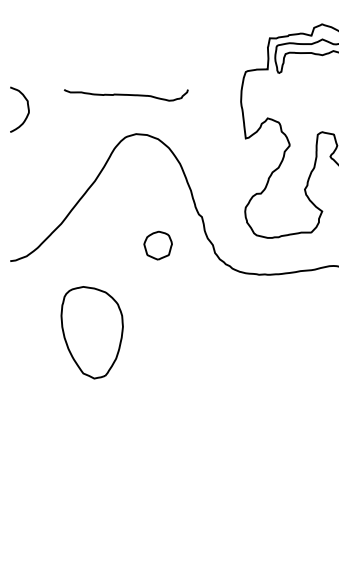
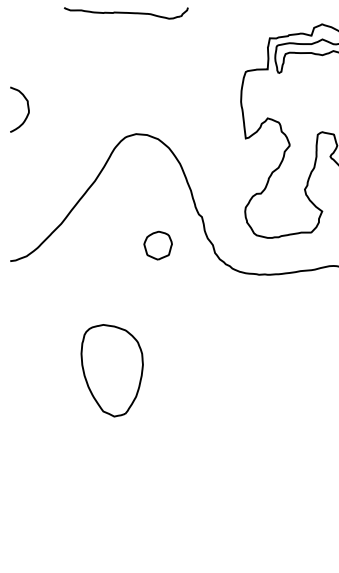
part at (126, 95) position: (126, 95) -> (126, 13)
part at (91, 332) position: (91, 332) -> (111, 370)
